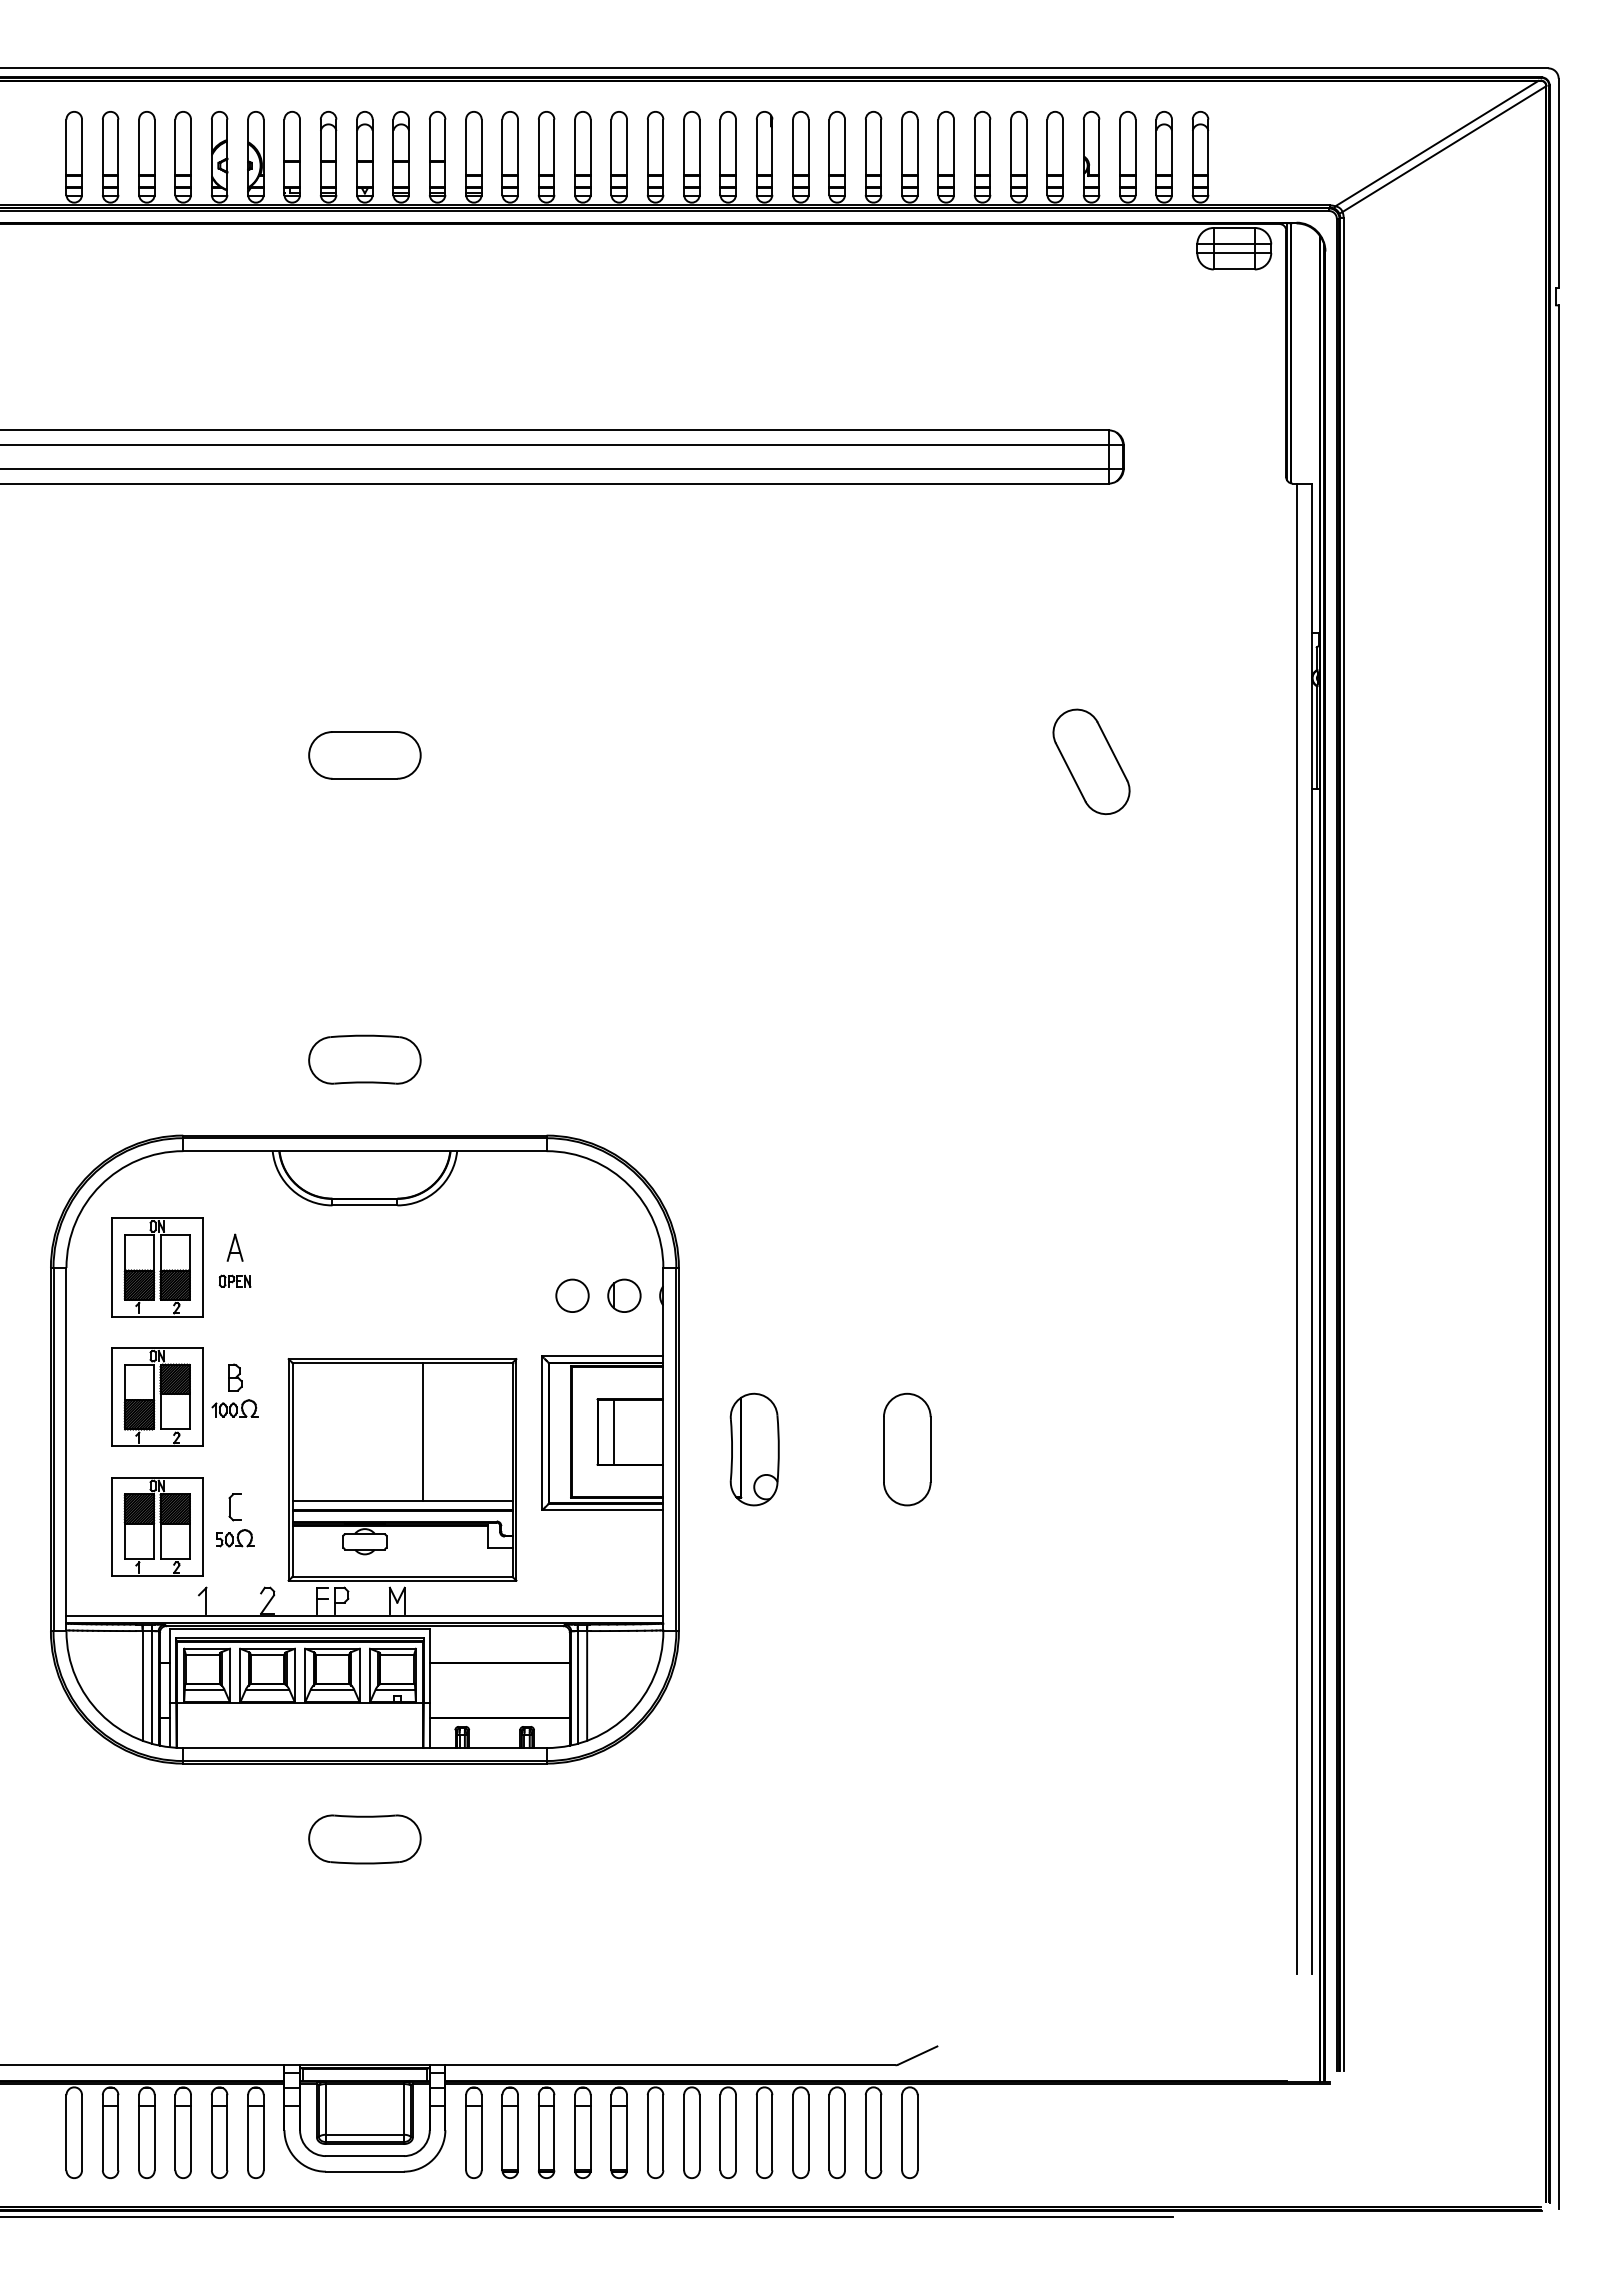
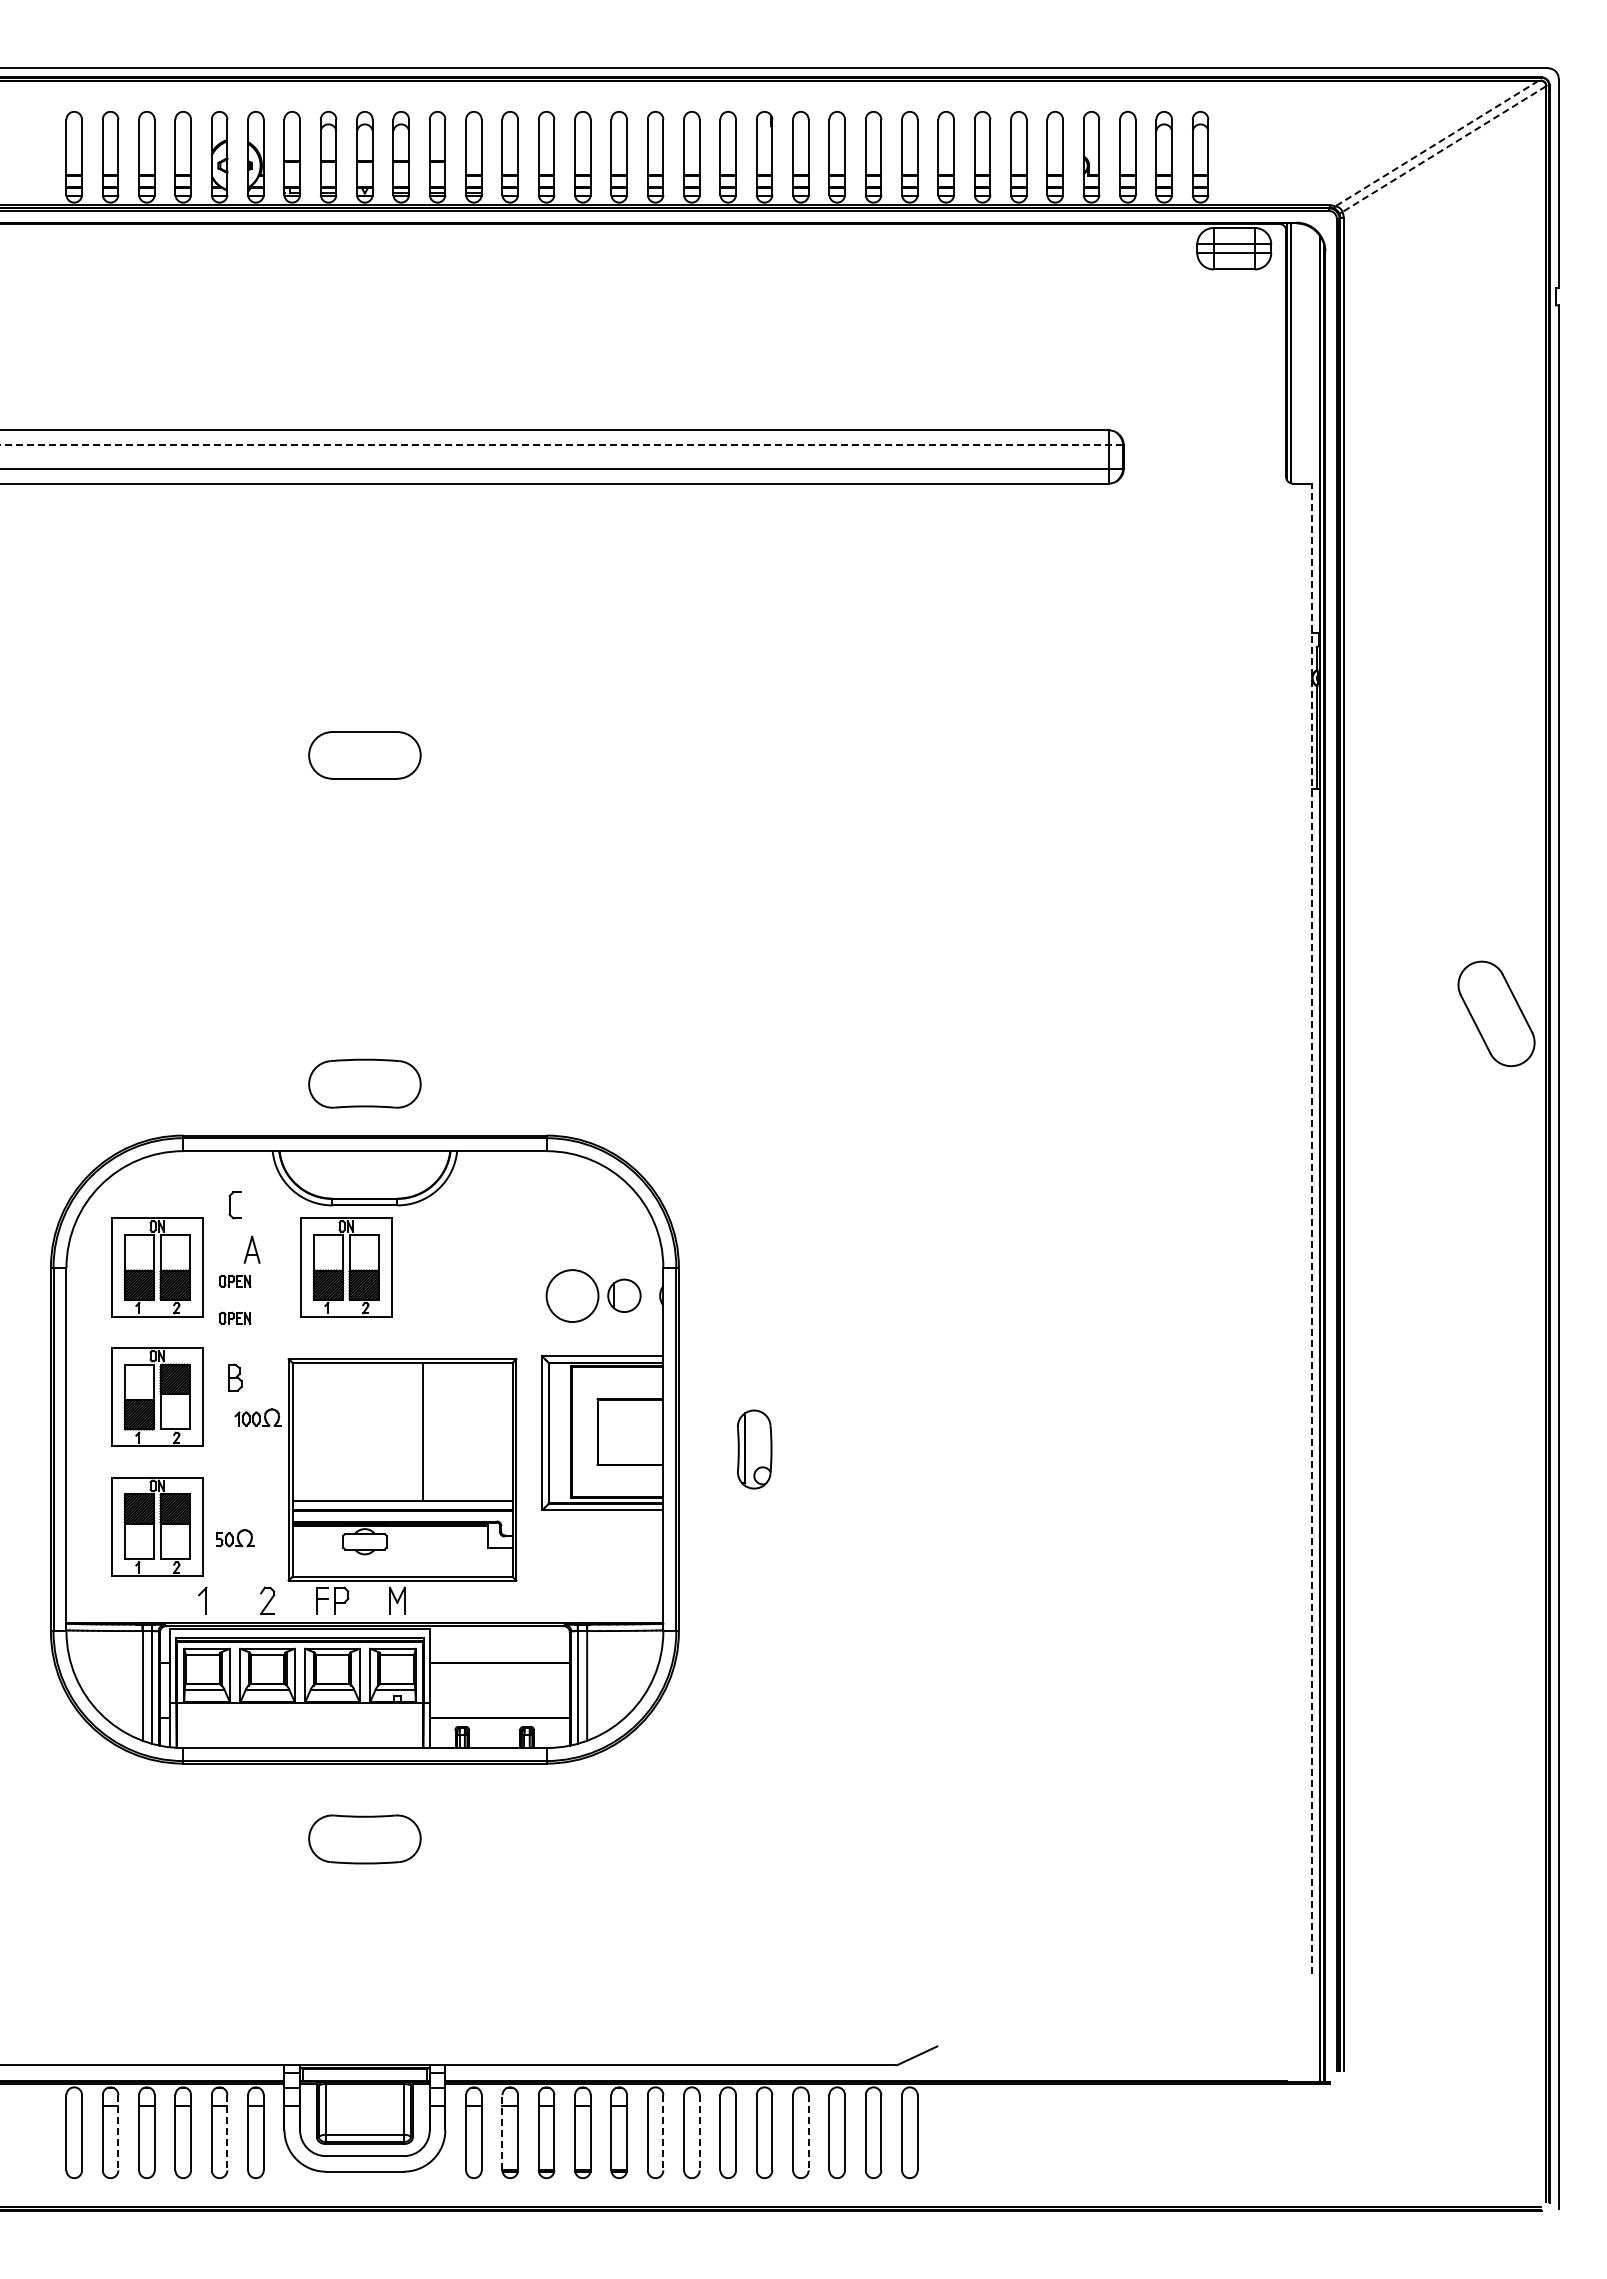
line at (1436, 143): solid -> dashed
line at (1444, 149): solid -> dashed
line at (561, 445): solid -> dashed
part at (1091, 761) position: (1091, 761) -> (1496, 1013)
part at (364, 1059) position: (364, 1059) -> (364, 1083)
line at (1296, 1228): present -> none
line at (1312, 1228): solid -> dashed
part at (234, 1247) position: (234, 1247) -> (251, 1249)
part at (346, 1267): none -> present
circle at (572, 1295) size: 35x35 px -> 55x54 px
part at (234, 1317): none -> present
part at (234, 1408) position: (234, 1408) -> (257, 1417)
line at (614, 1431): present -> none
part at (754, 1449) size: 51x115 px -> 36x81 px
part at (907, 1449): present -> none
part at (234, 1507) position: (234, 1507) -> (234, 1205)
line at (364, 1616): present -> none
line at (118, 2132): solid -> dashed
line at (227, 2132): solid -> dashed
line at (502, 2132): solid -> dashed
line at (663, 2132): solid -> dashed
line at (699, 2132): solid -> dashed
line at (808, 2132): solid -> dashed
line at (587, 2217): present -> none
